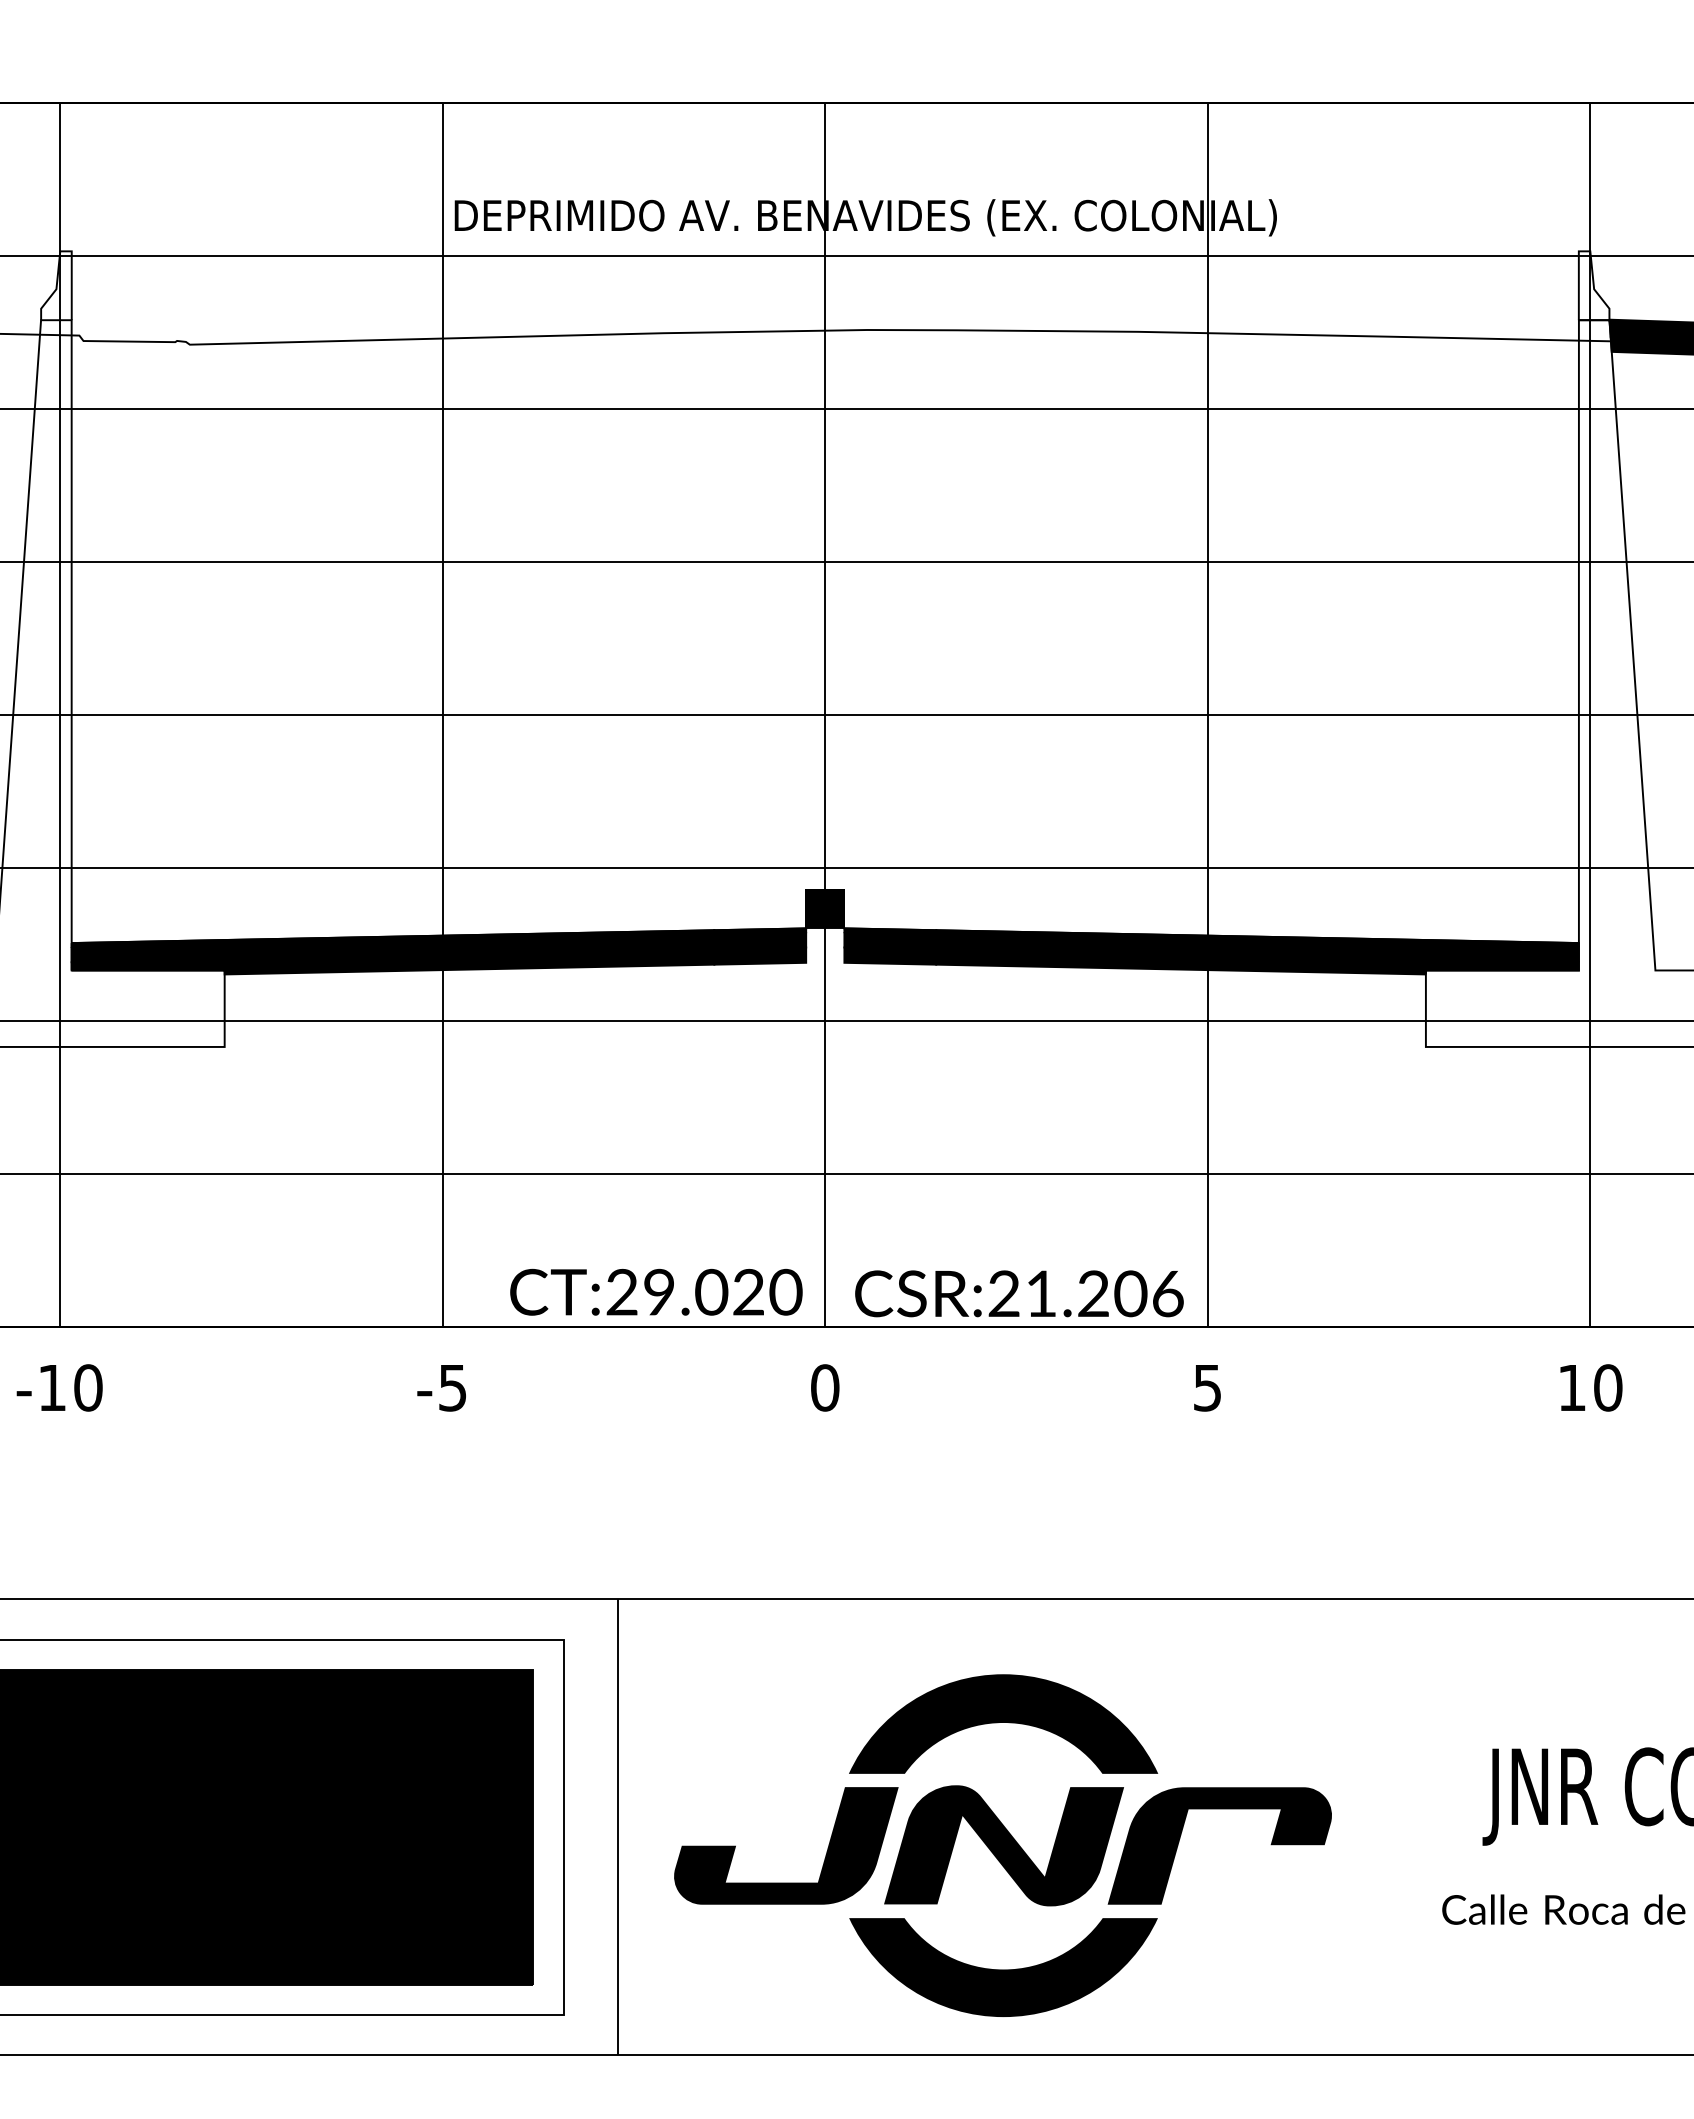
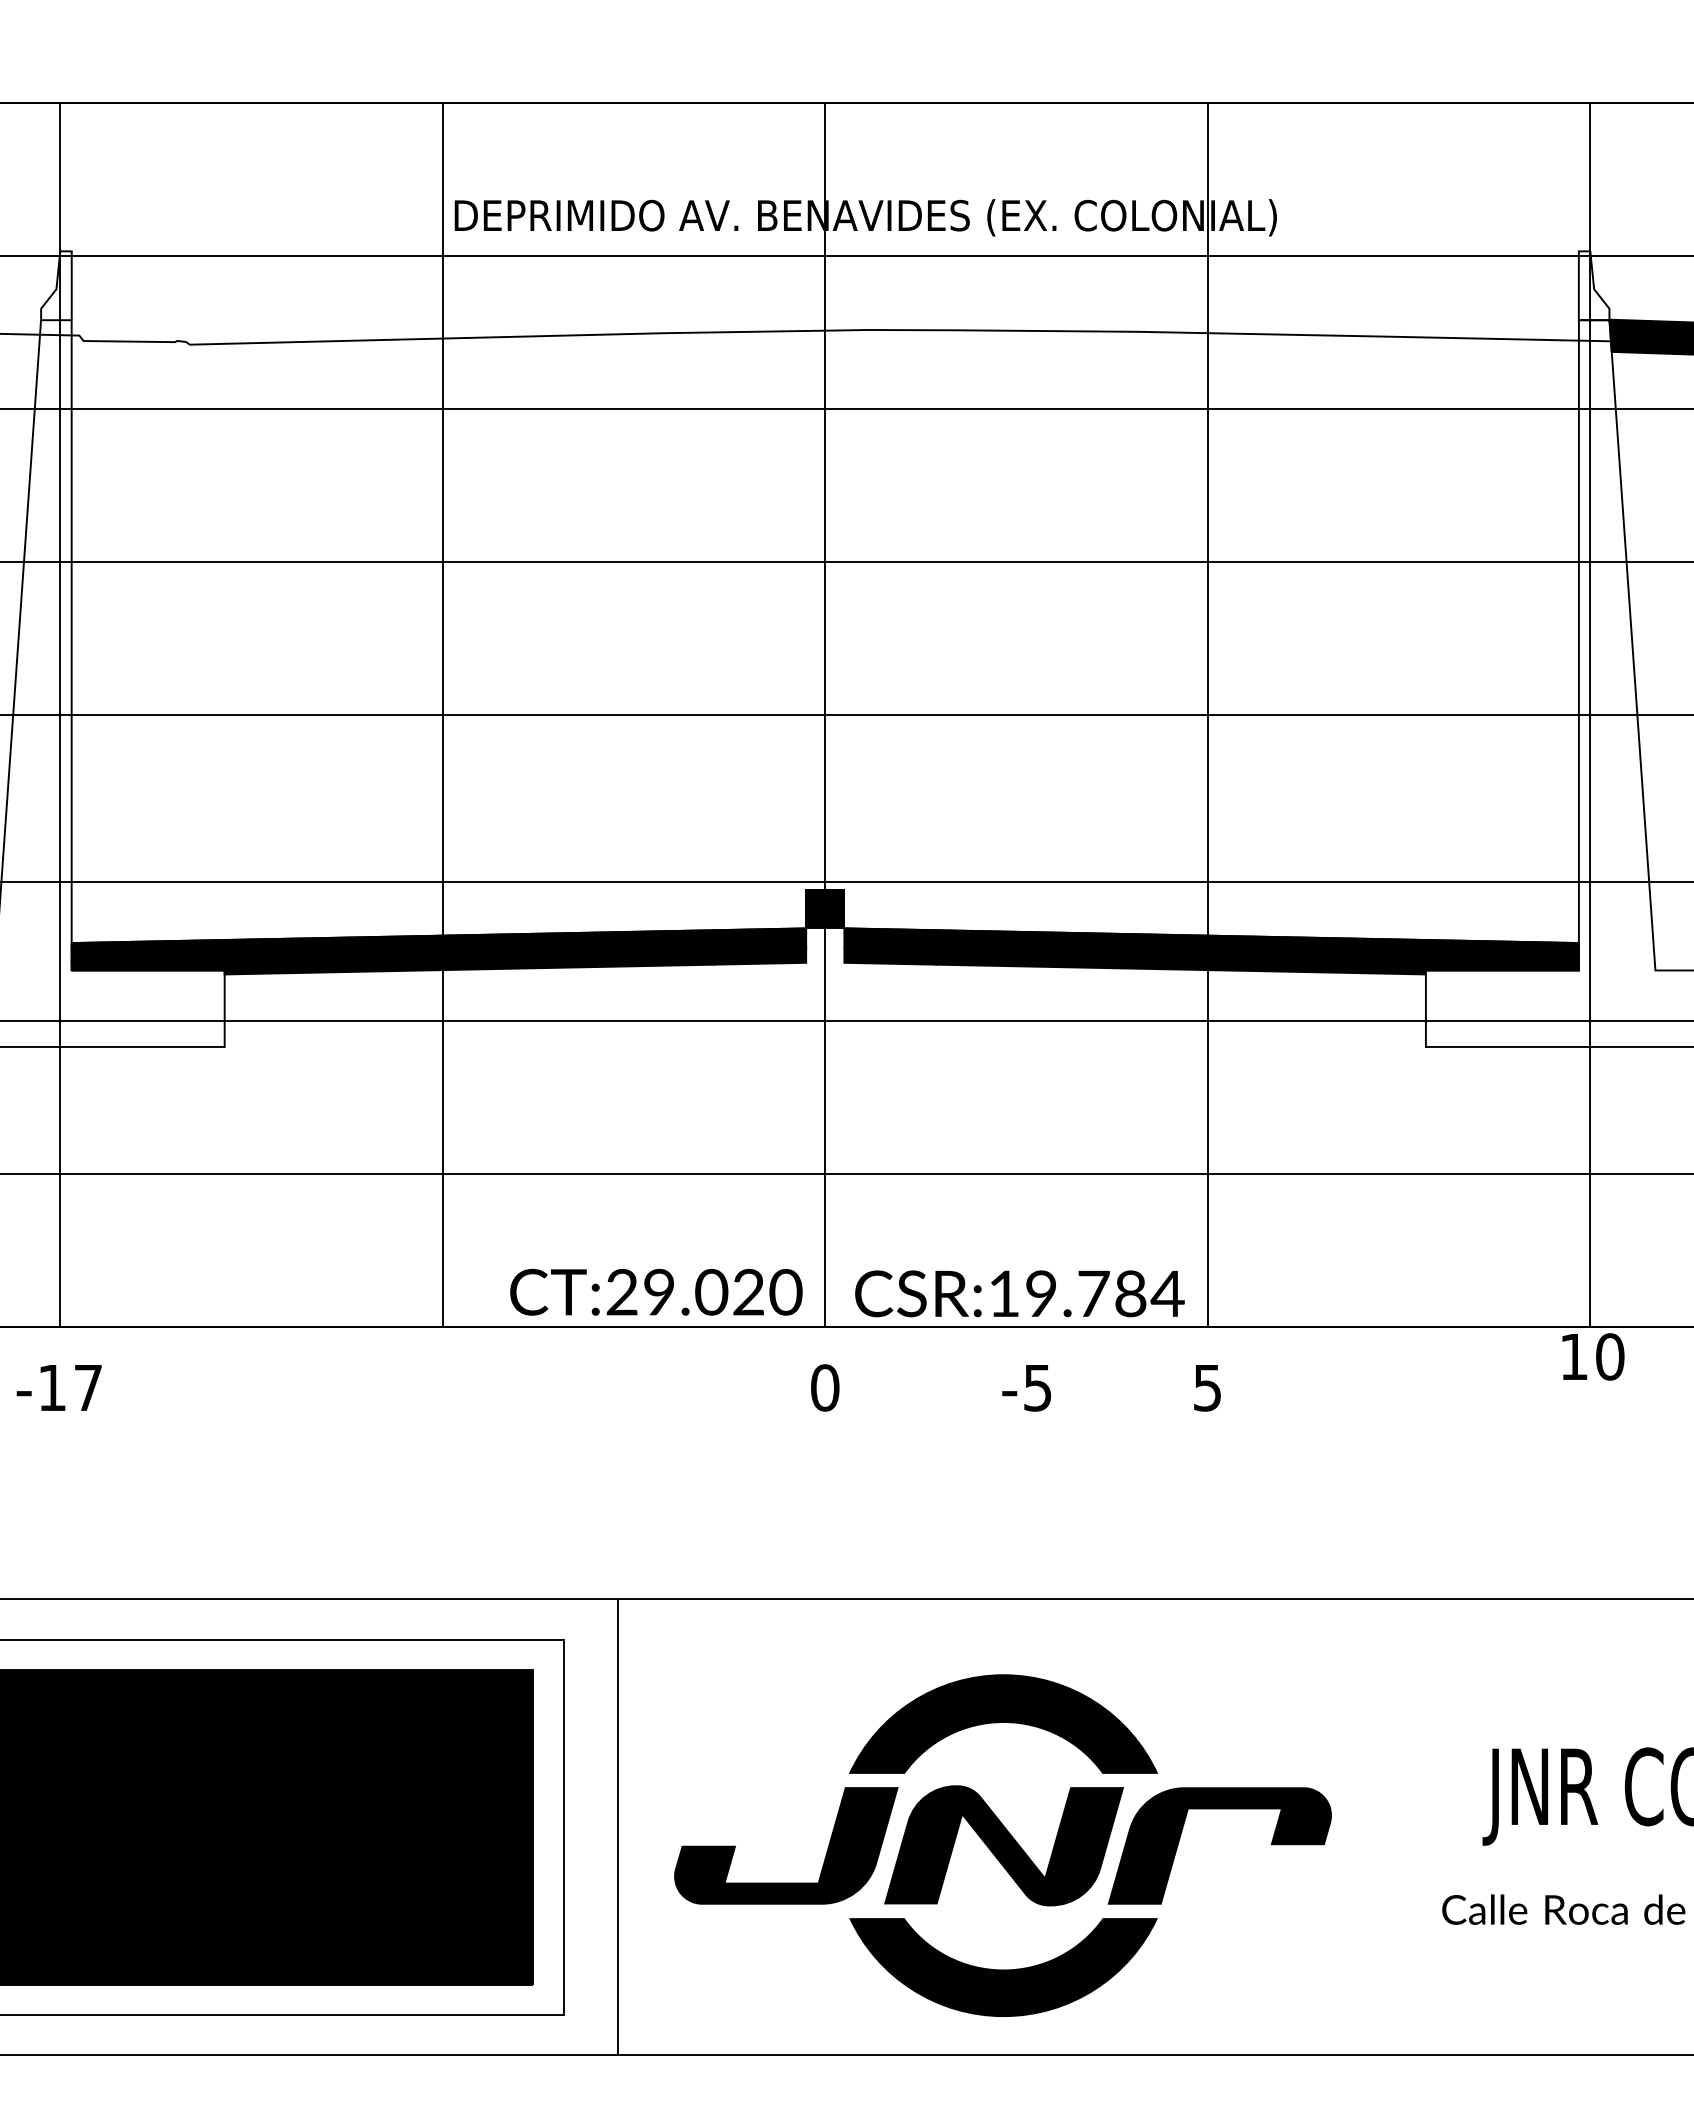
line at (846, 867) position: (846, 867) -> (846, 881)
text at (1086, 1293): CSR:21.206 -> CSR:19.784
text at (88, 1387): -10 -> -17
text at (1591, 1387) position: (1591, 1387) -> (1593, 1356)
text at (441, 1388) position: (441, 1388) -> (1026, 1388)
